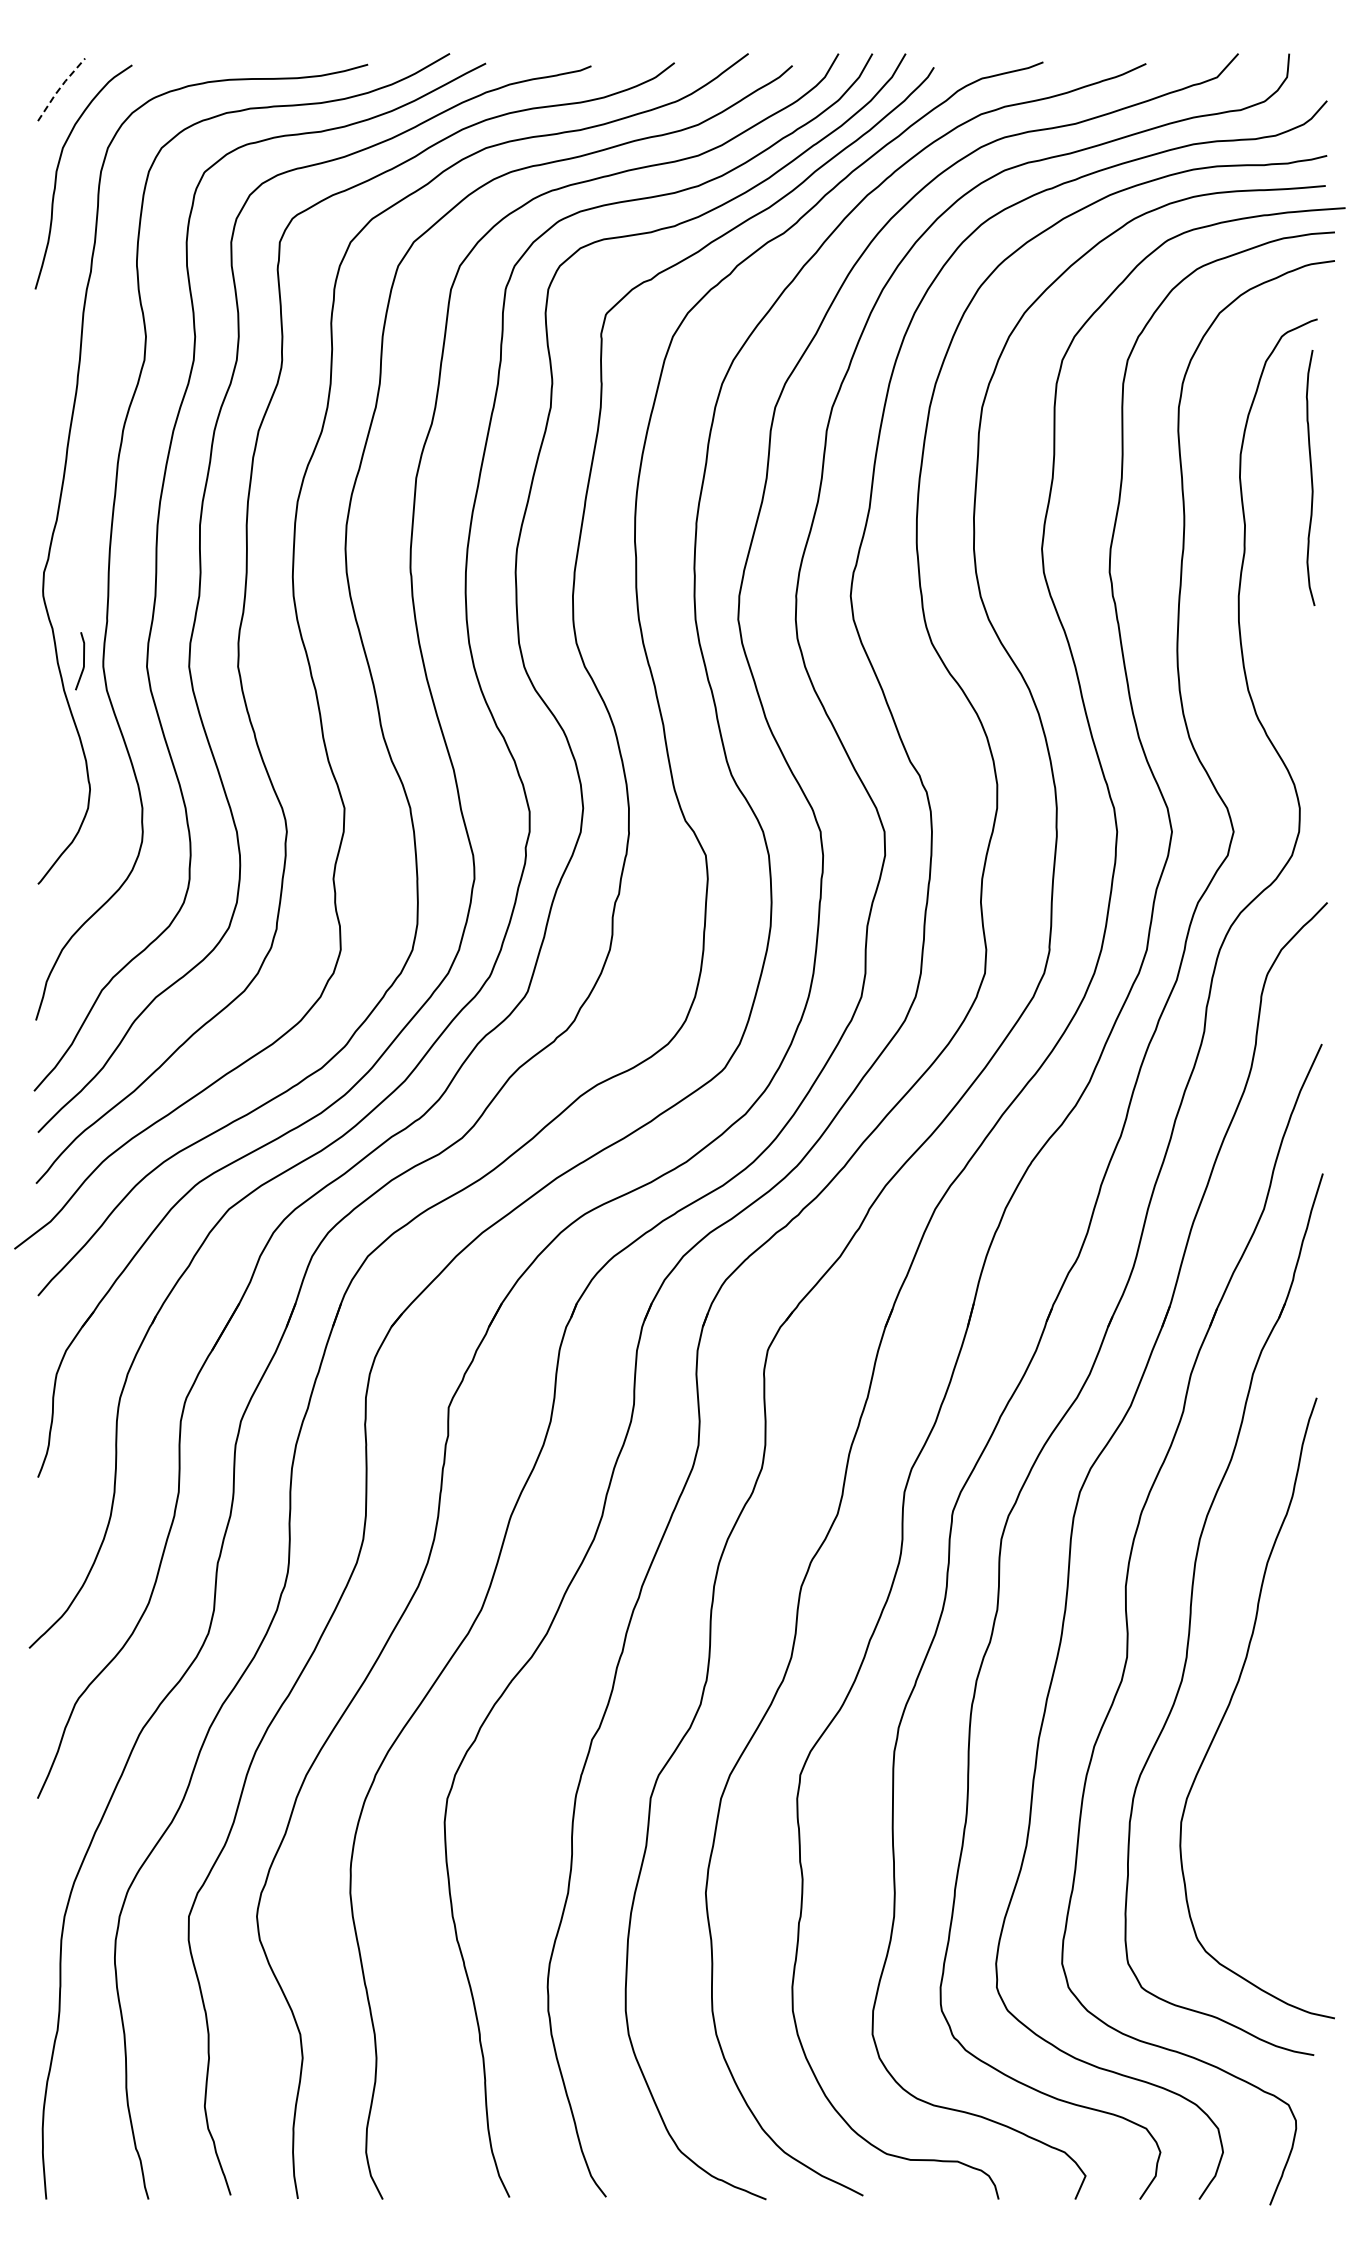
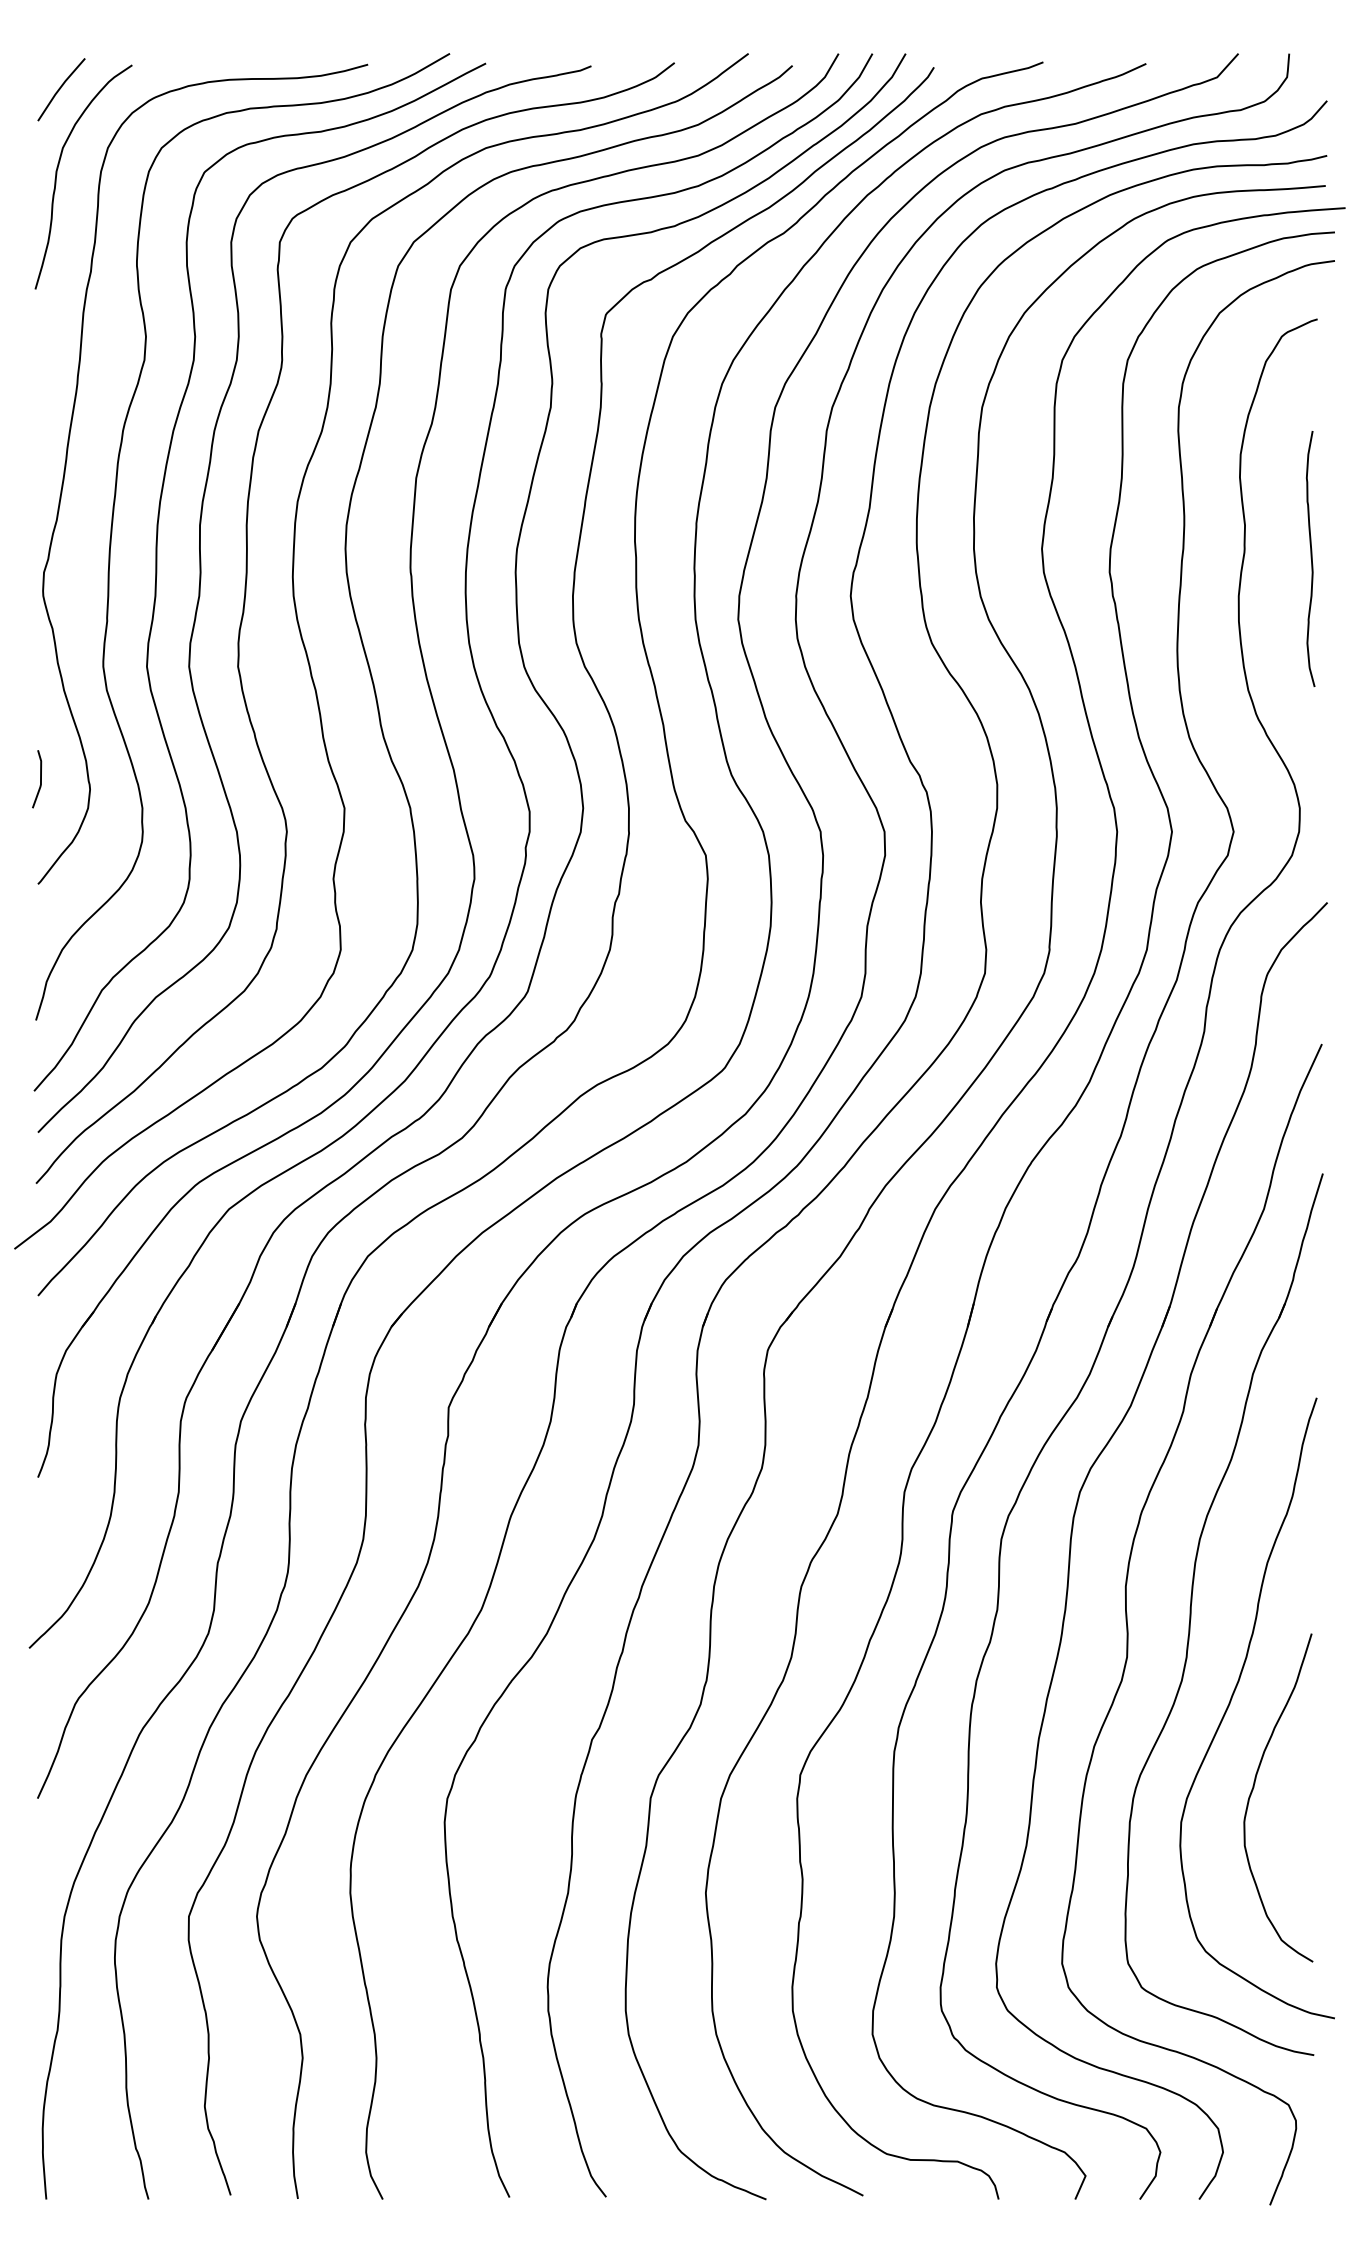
line at (60, 88): dashed -> solid
curve at (1310, 477) position: (1310, 477) -> (1310, 558)
line at (83, 661) position: (83, 661) -> (40, 779)
curve at (1253, 1790): none -> present
